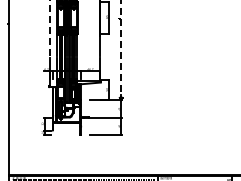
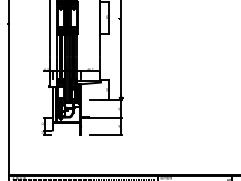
line at (49, 28): dashed -> solid
line at (121, 49): dashed -> solid
